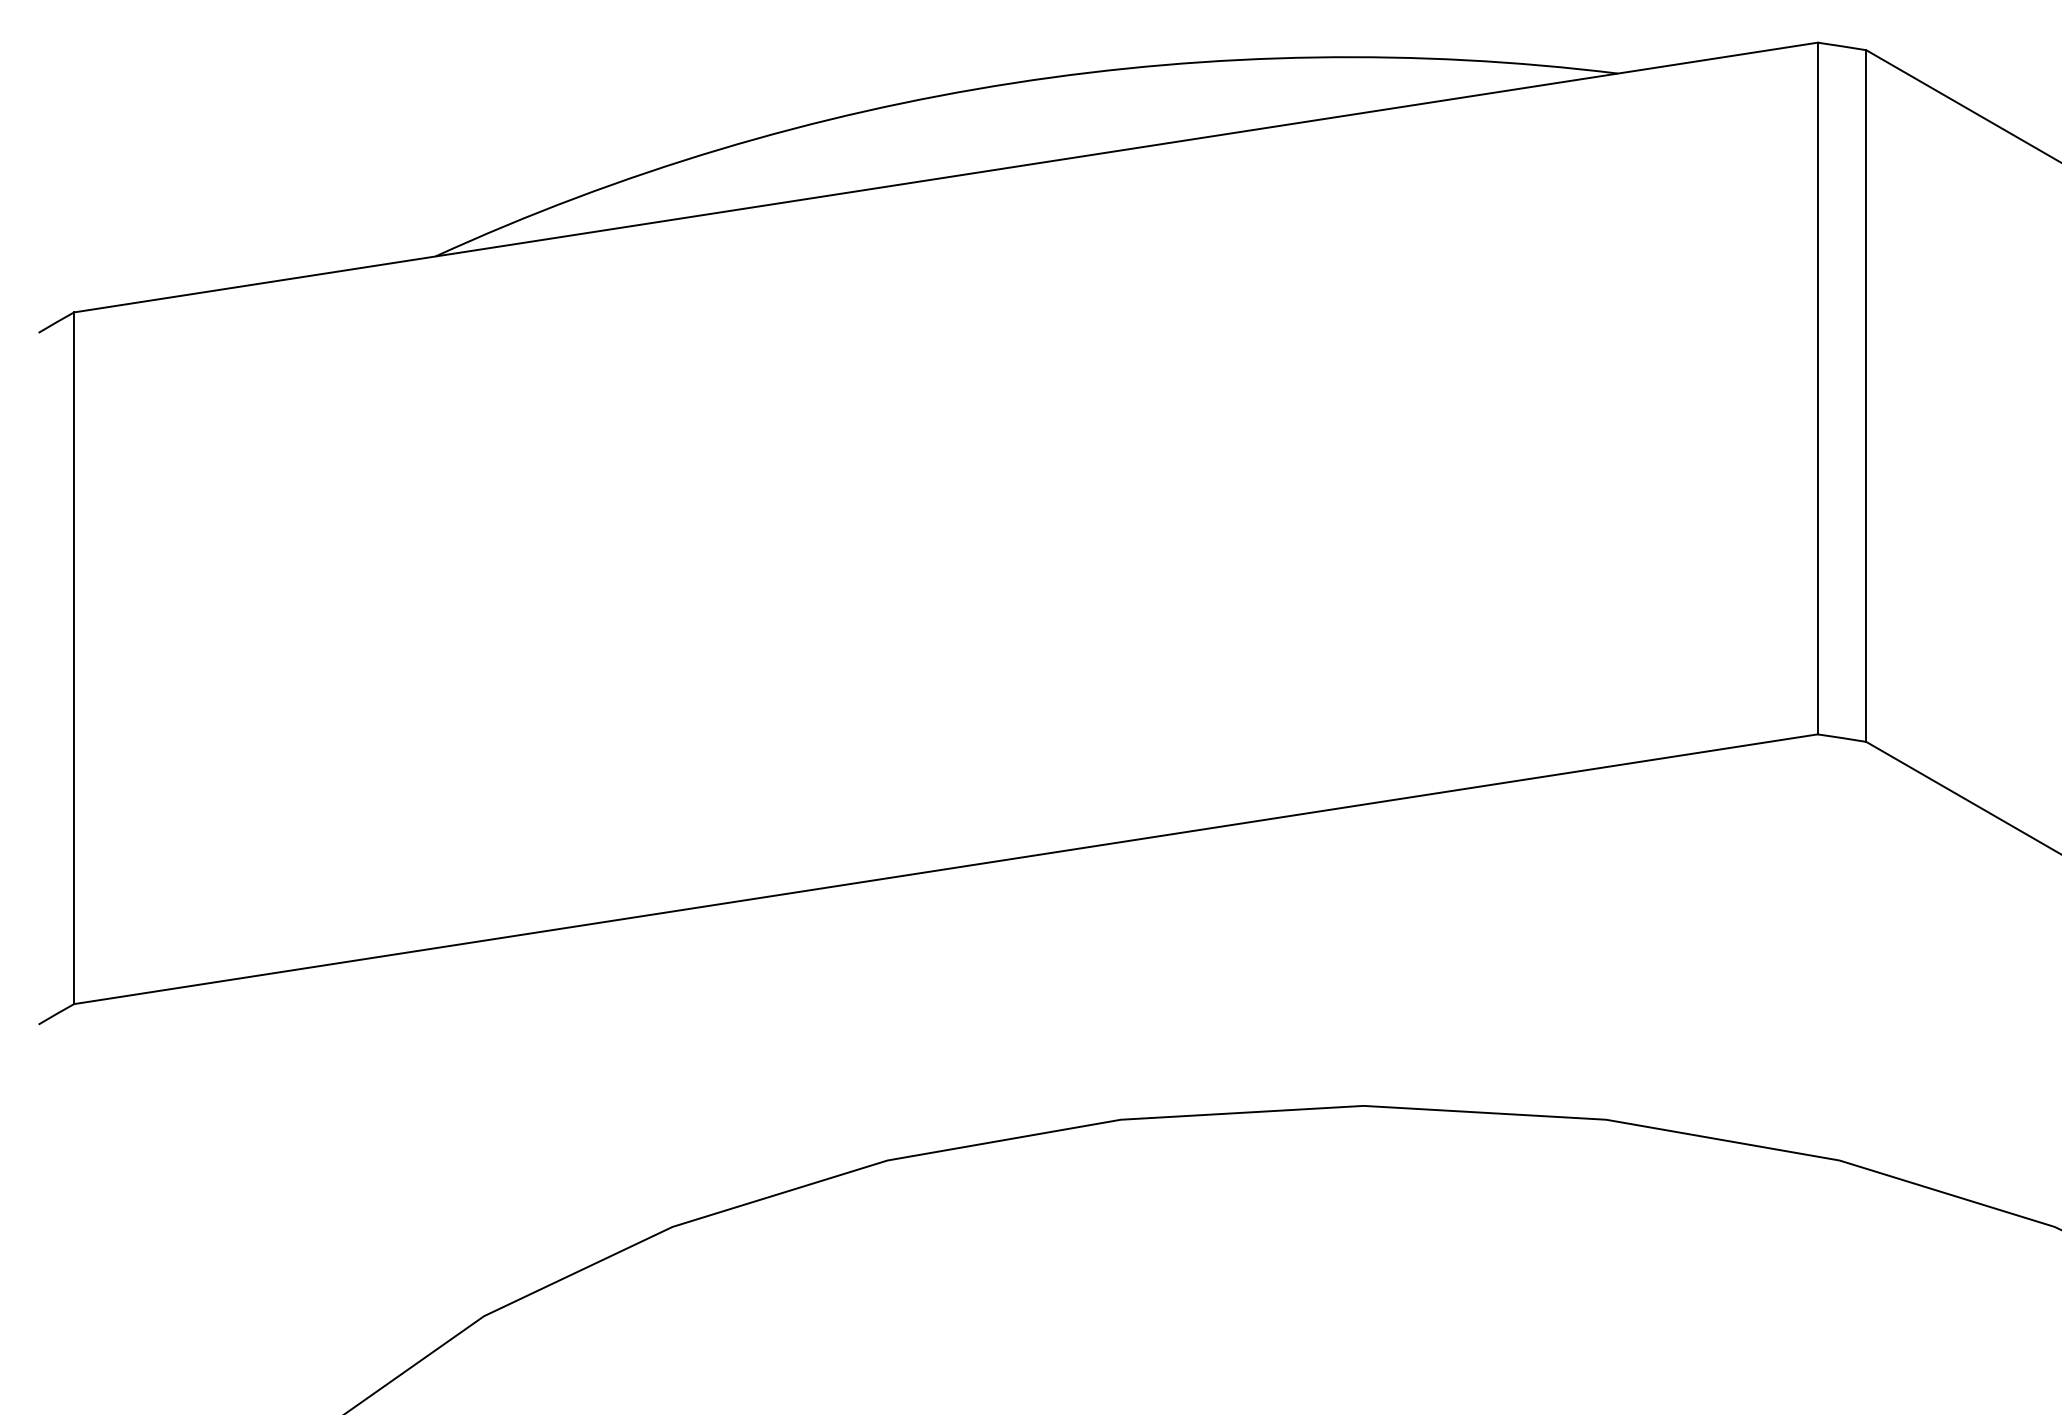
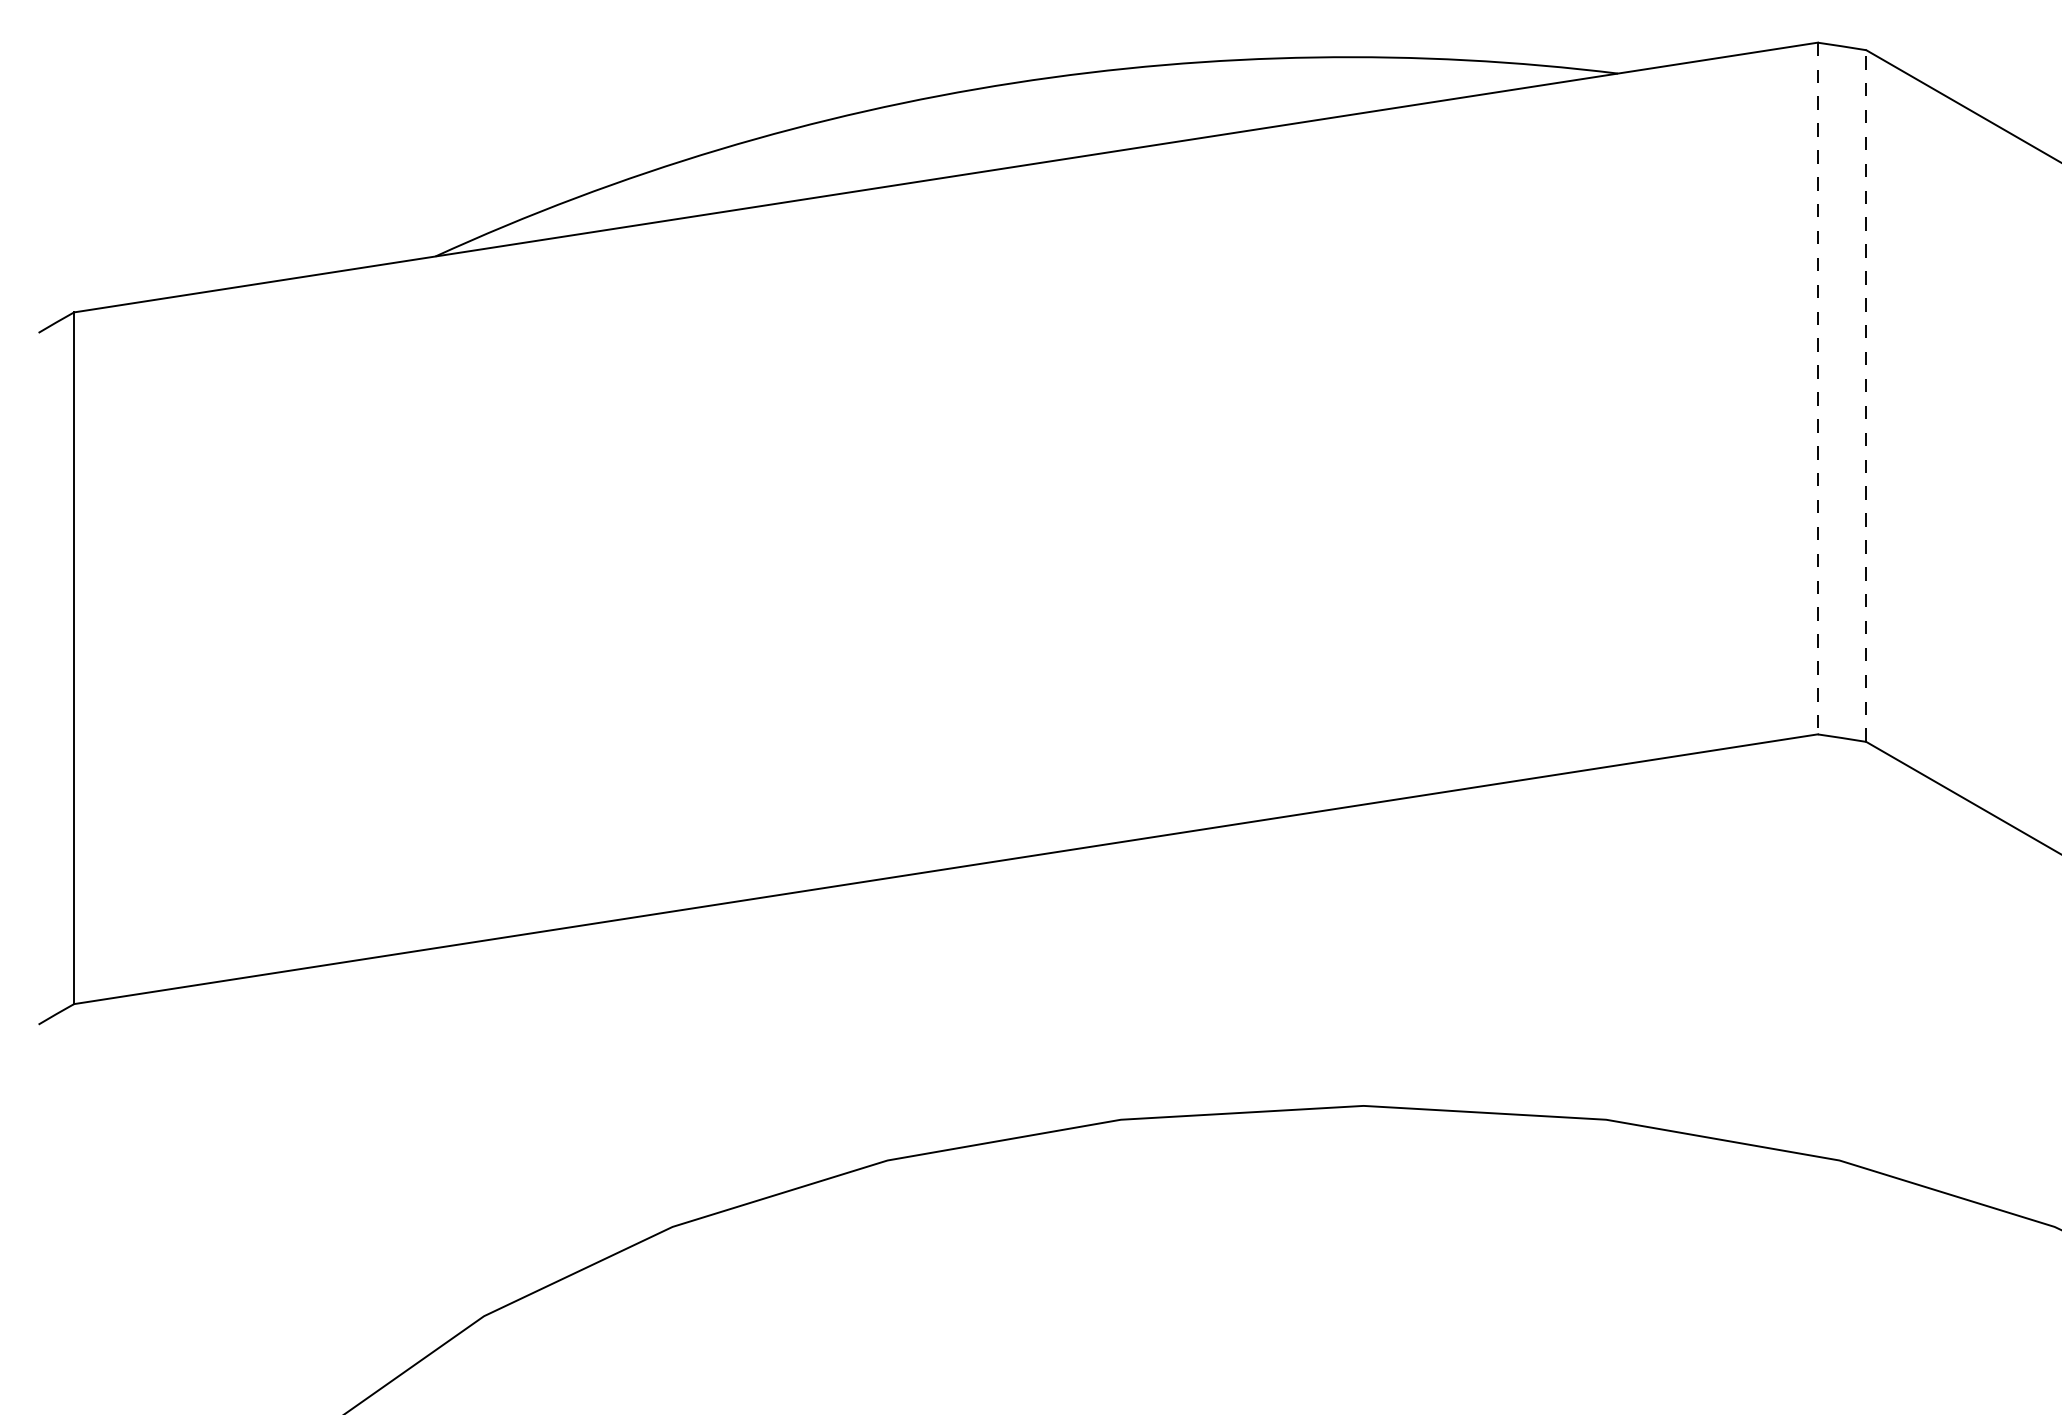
line at (1817, 388): solid -> dashed
line at (1866, 396): solid -> dashed
